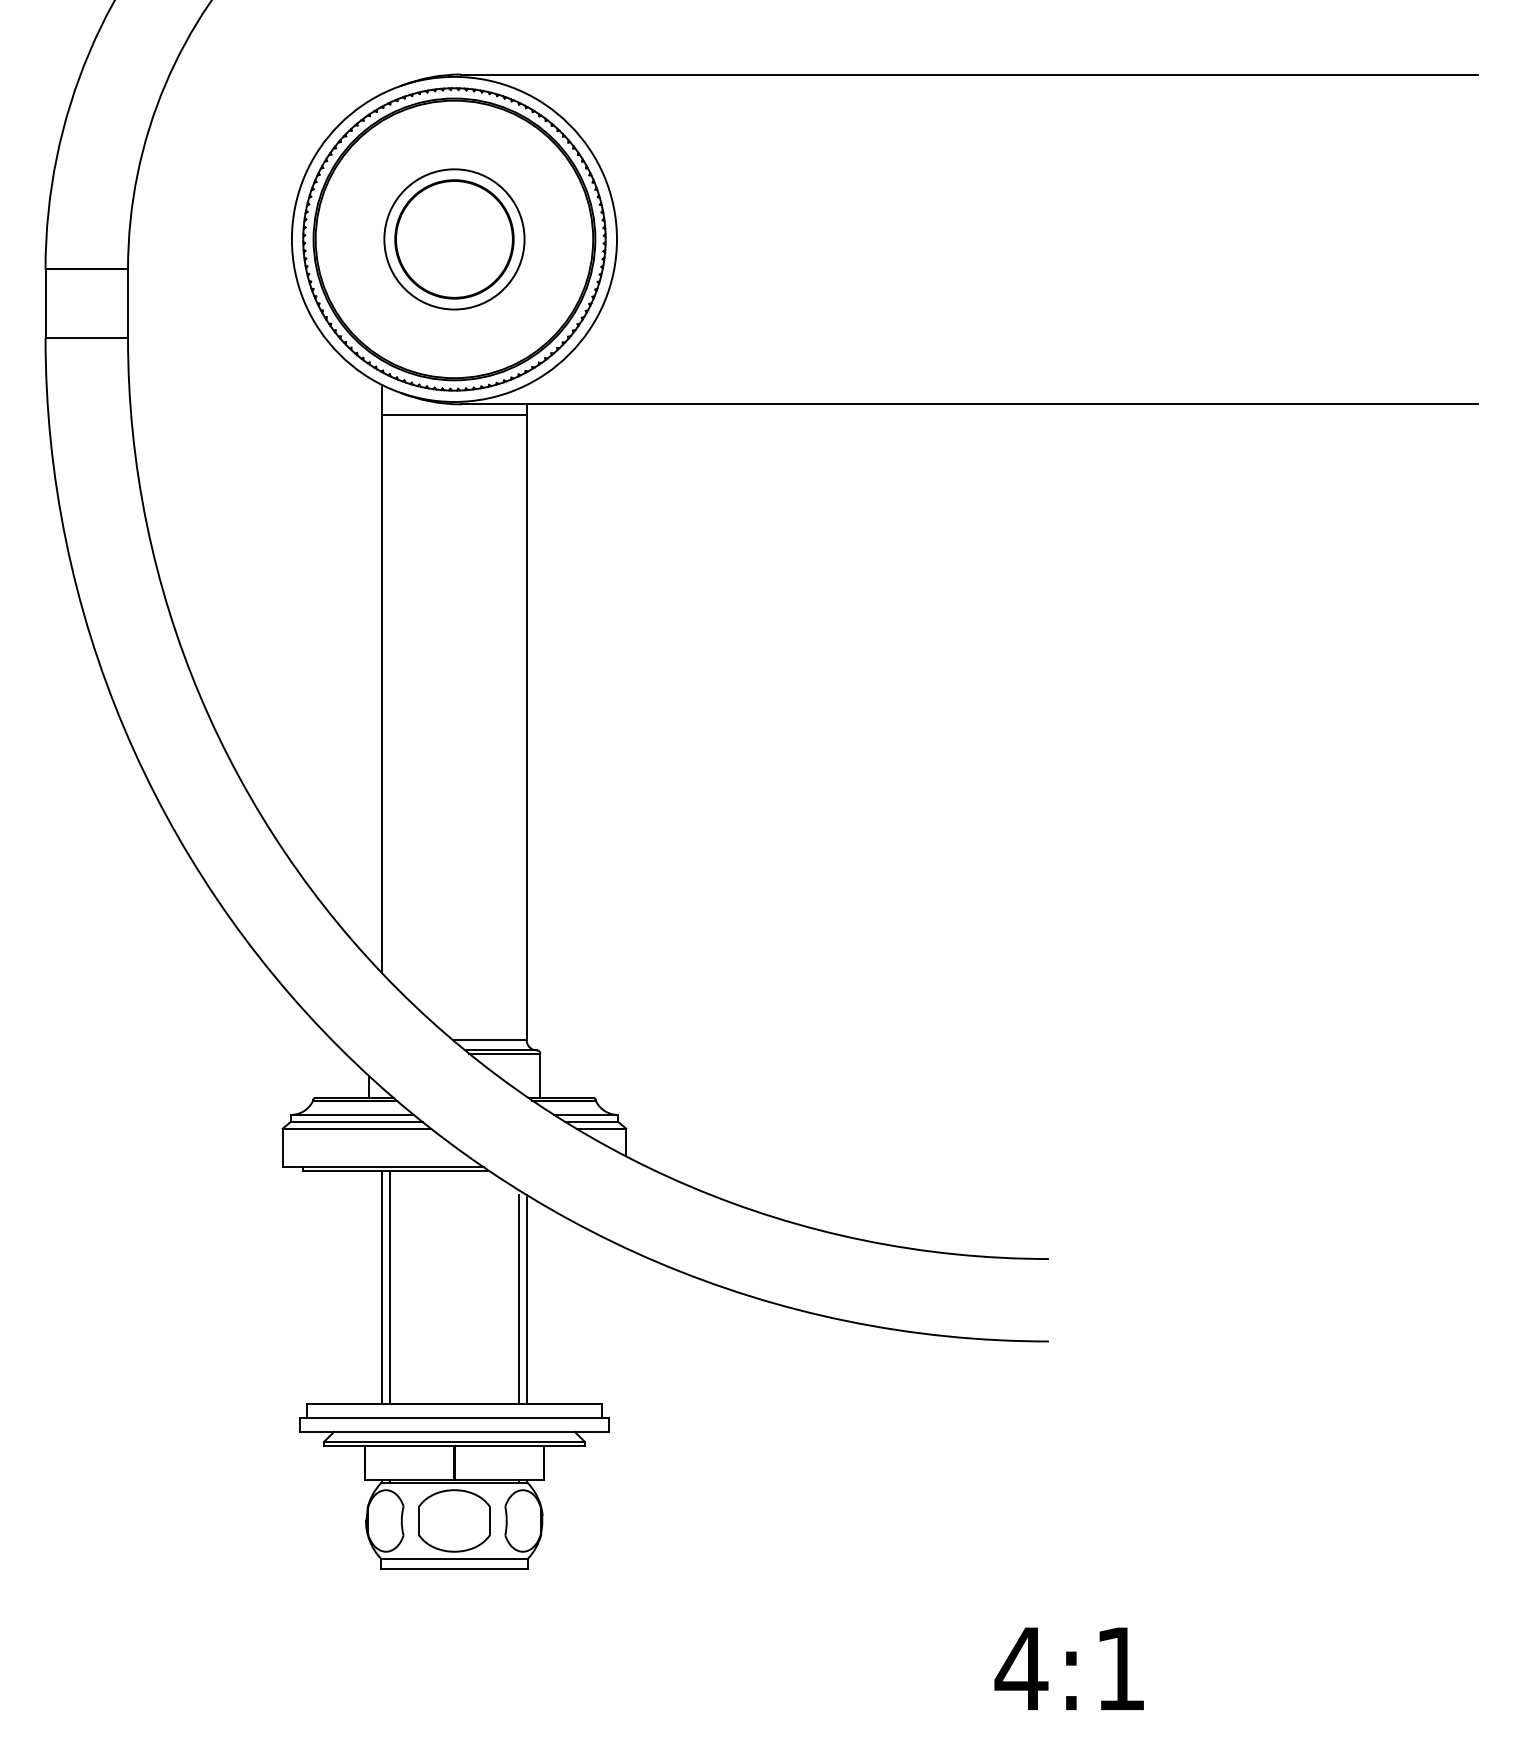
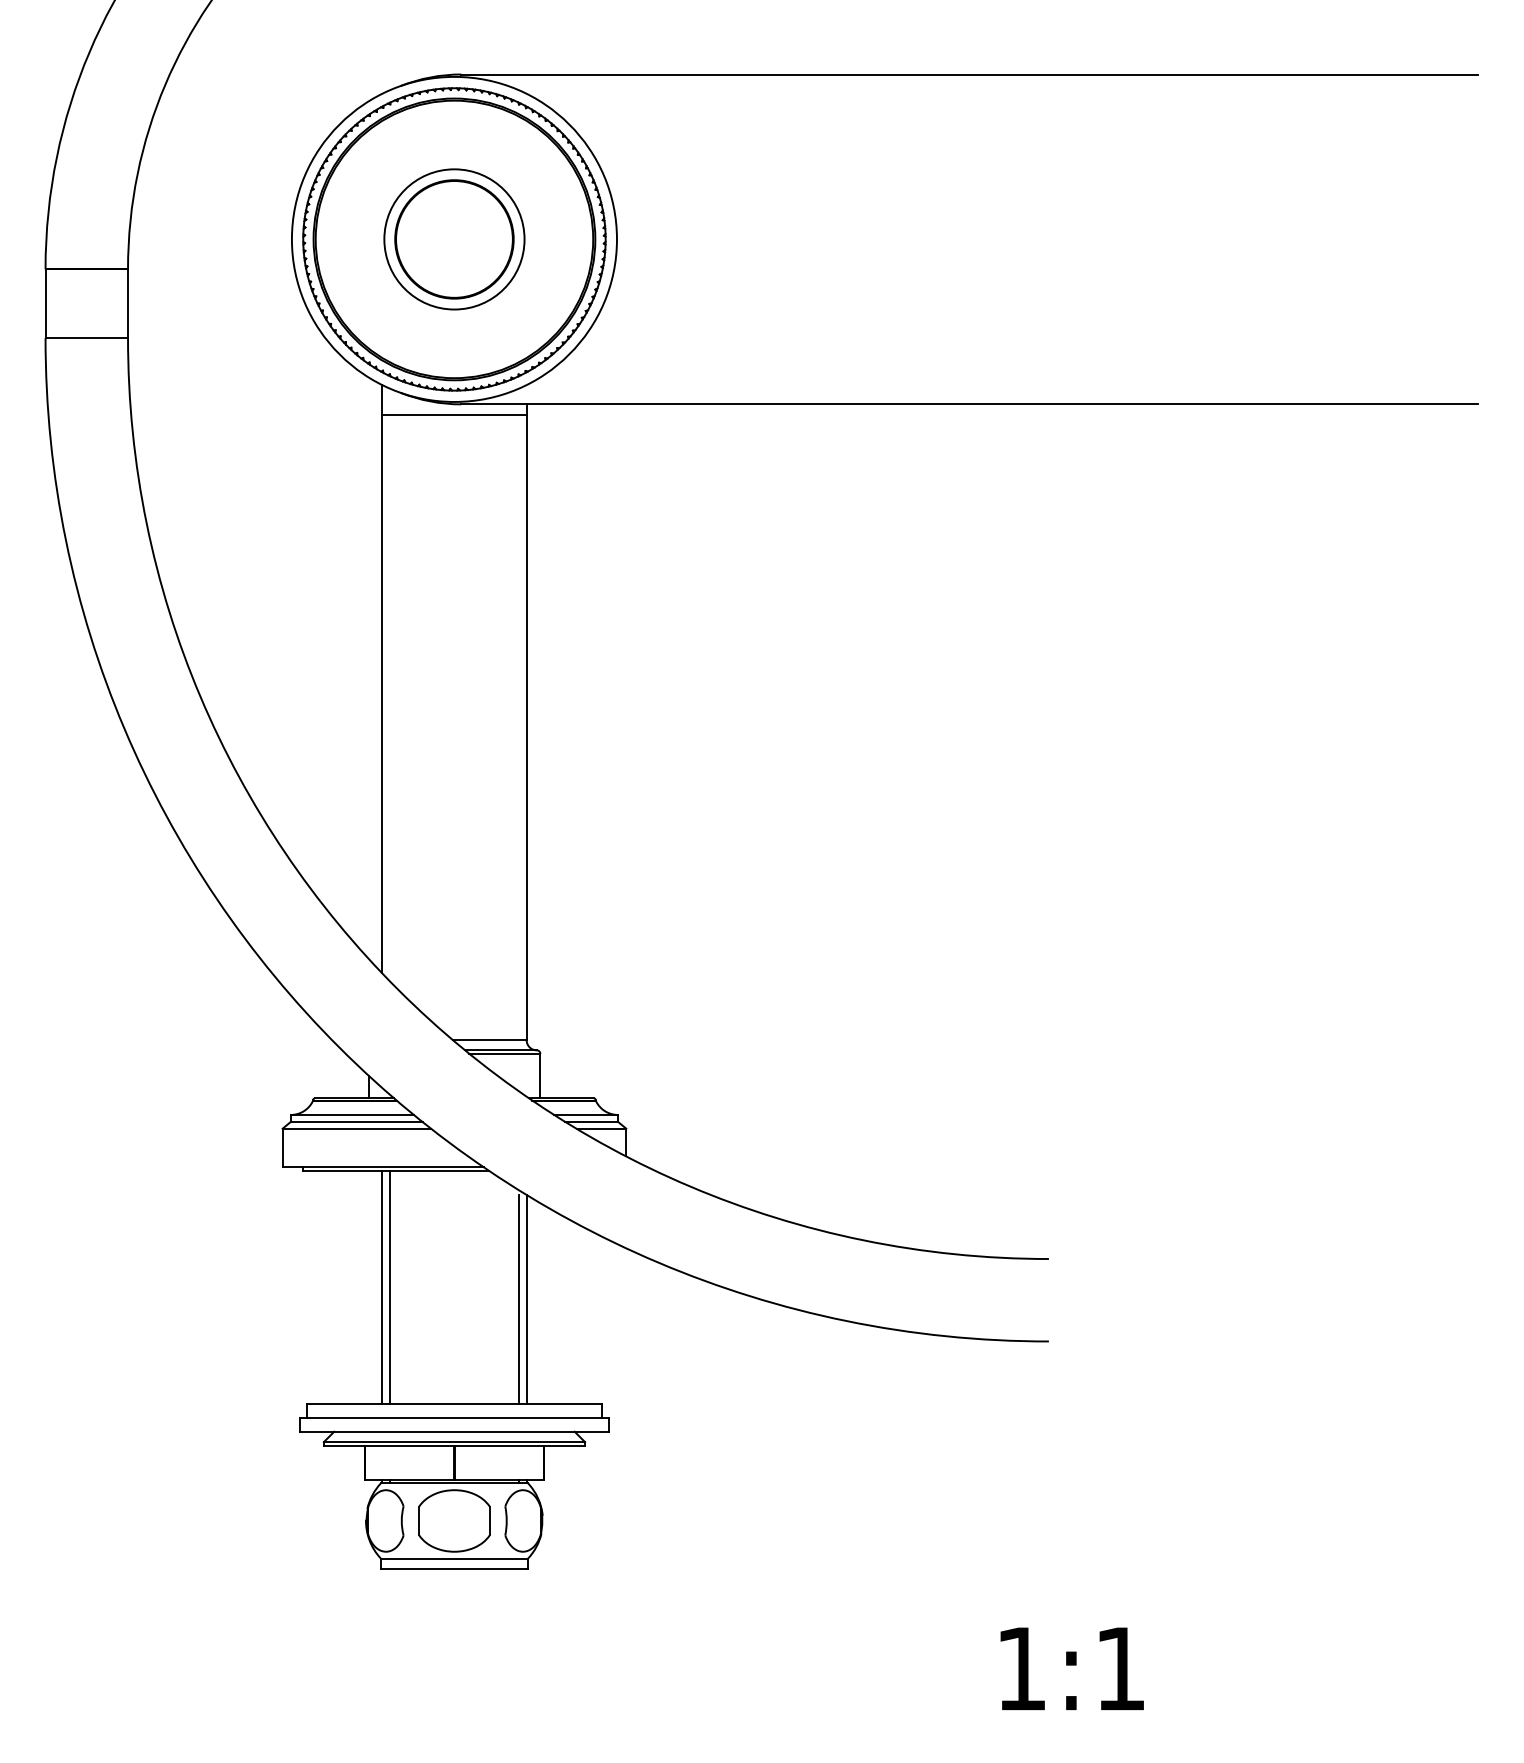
text at (1021, 1668): 4:1 -> 1:1
